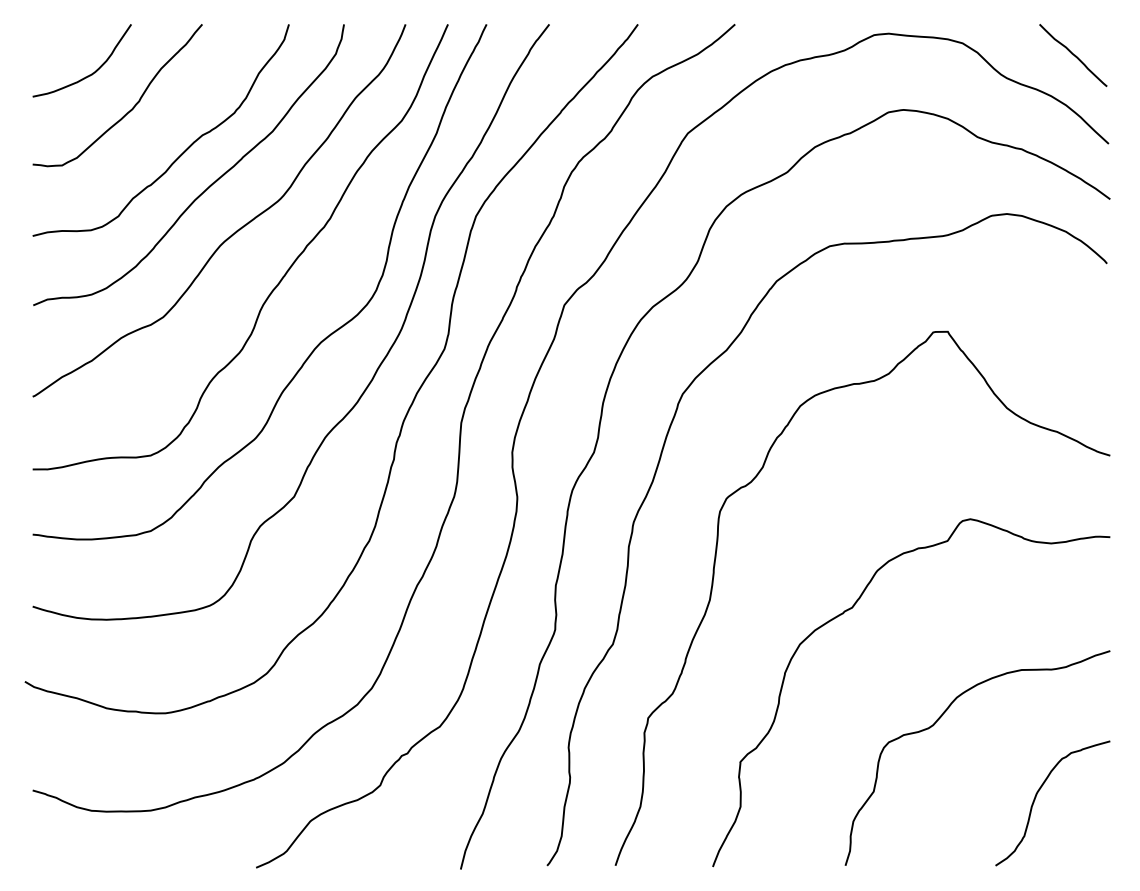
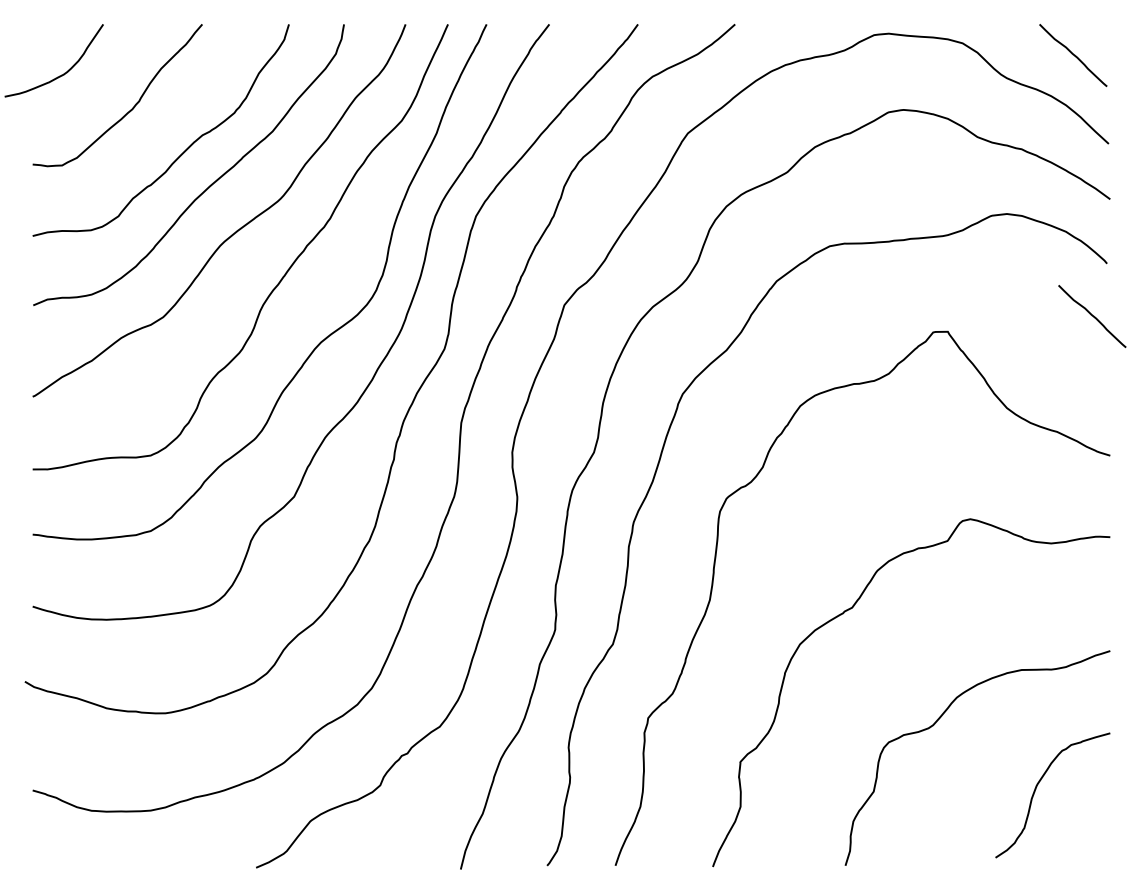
curve at (89, 74) position: (89, 74) -> (61, 74)
curve at (1092, 316): none -> present
curve at (1036, 797) position: (1036, 797) -> (1036, 789)
